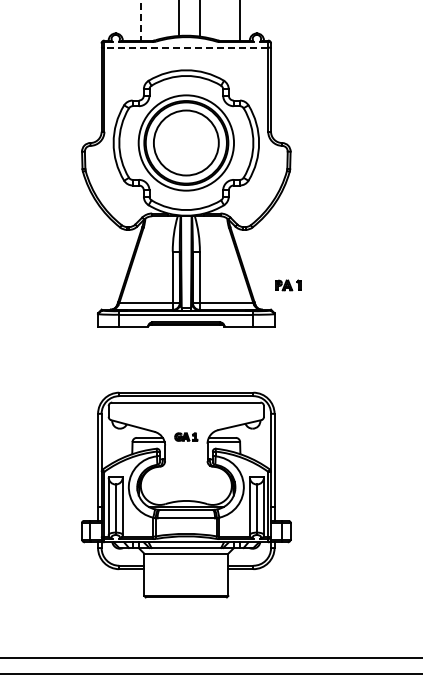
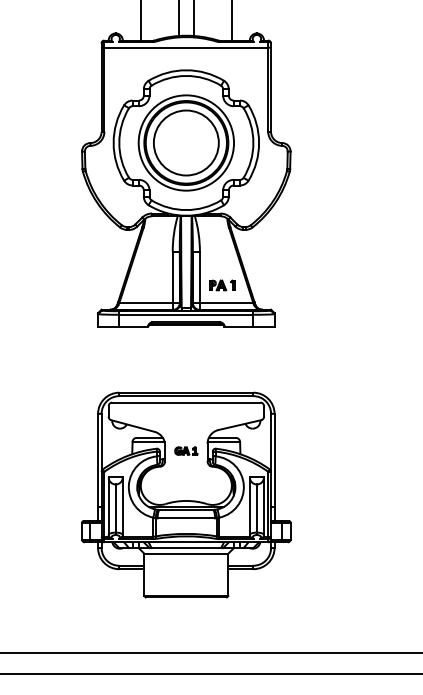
line at (199, 18) position: (199, 18) -> (193, 18)
line at (141, 20): dashed -> solid
line at (239, 21) position: (239, 21) -> (231, 21)
line at (186, 47): dashed -> solid
part at (288, 285) position: (288, 285) -> (222, 285)
part at (186, 436) position: (186, 436) -> (186, 450)
line at (210, 657) position: (210, 657) -> (210, 652)
